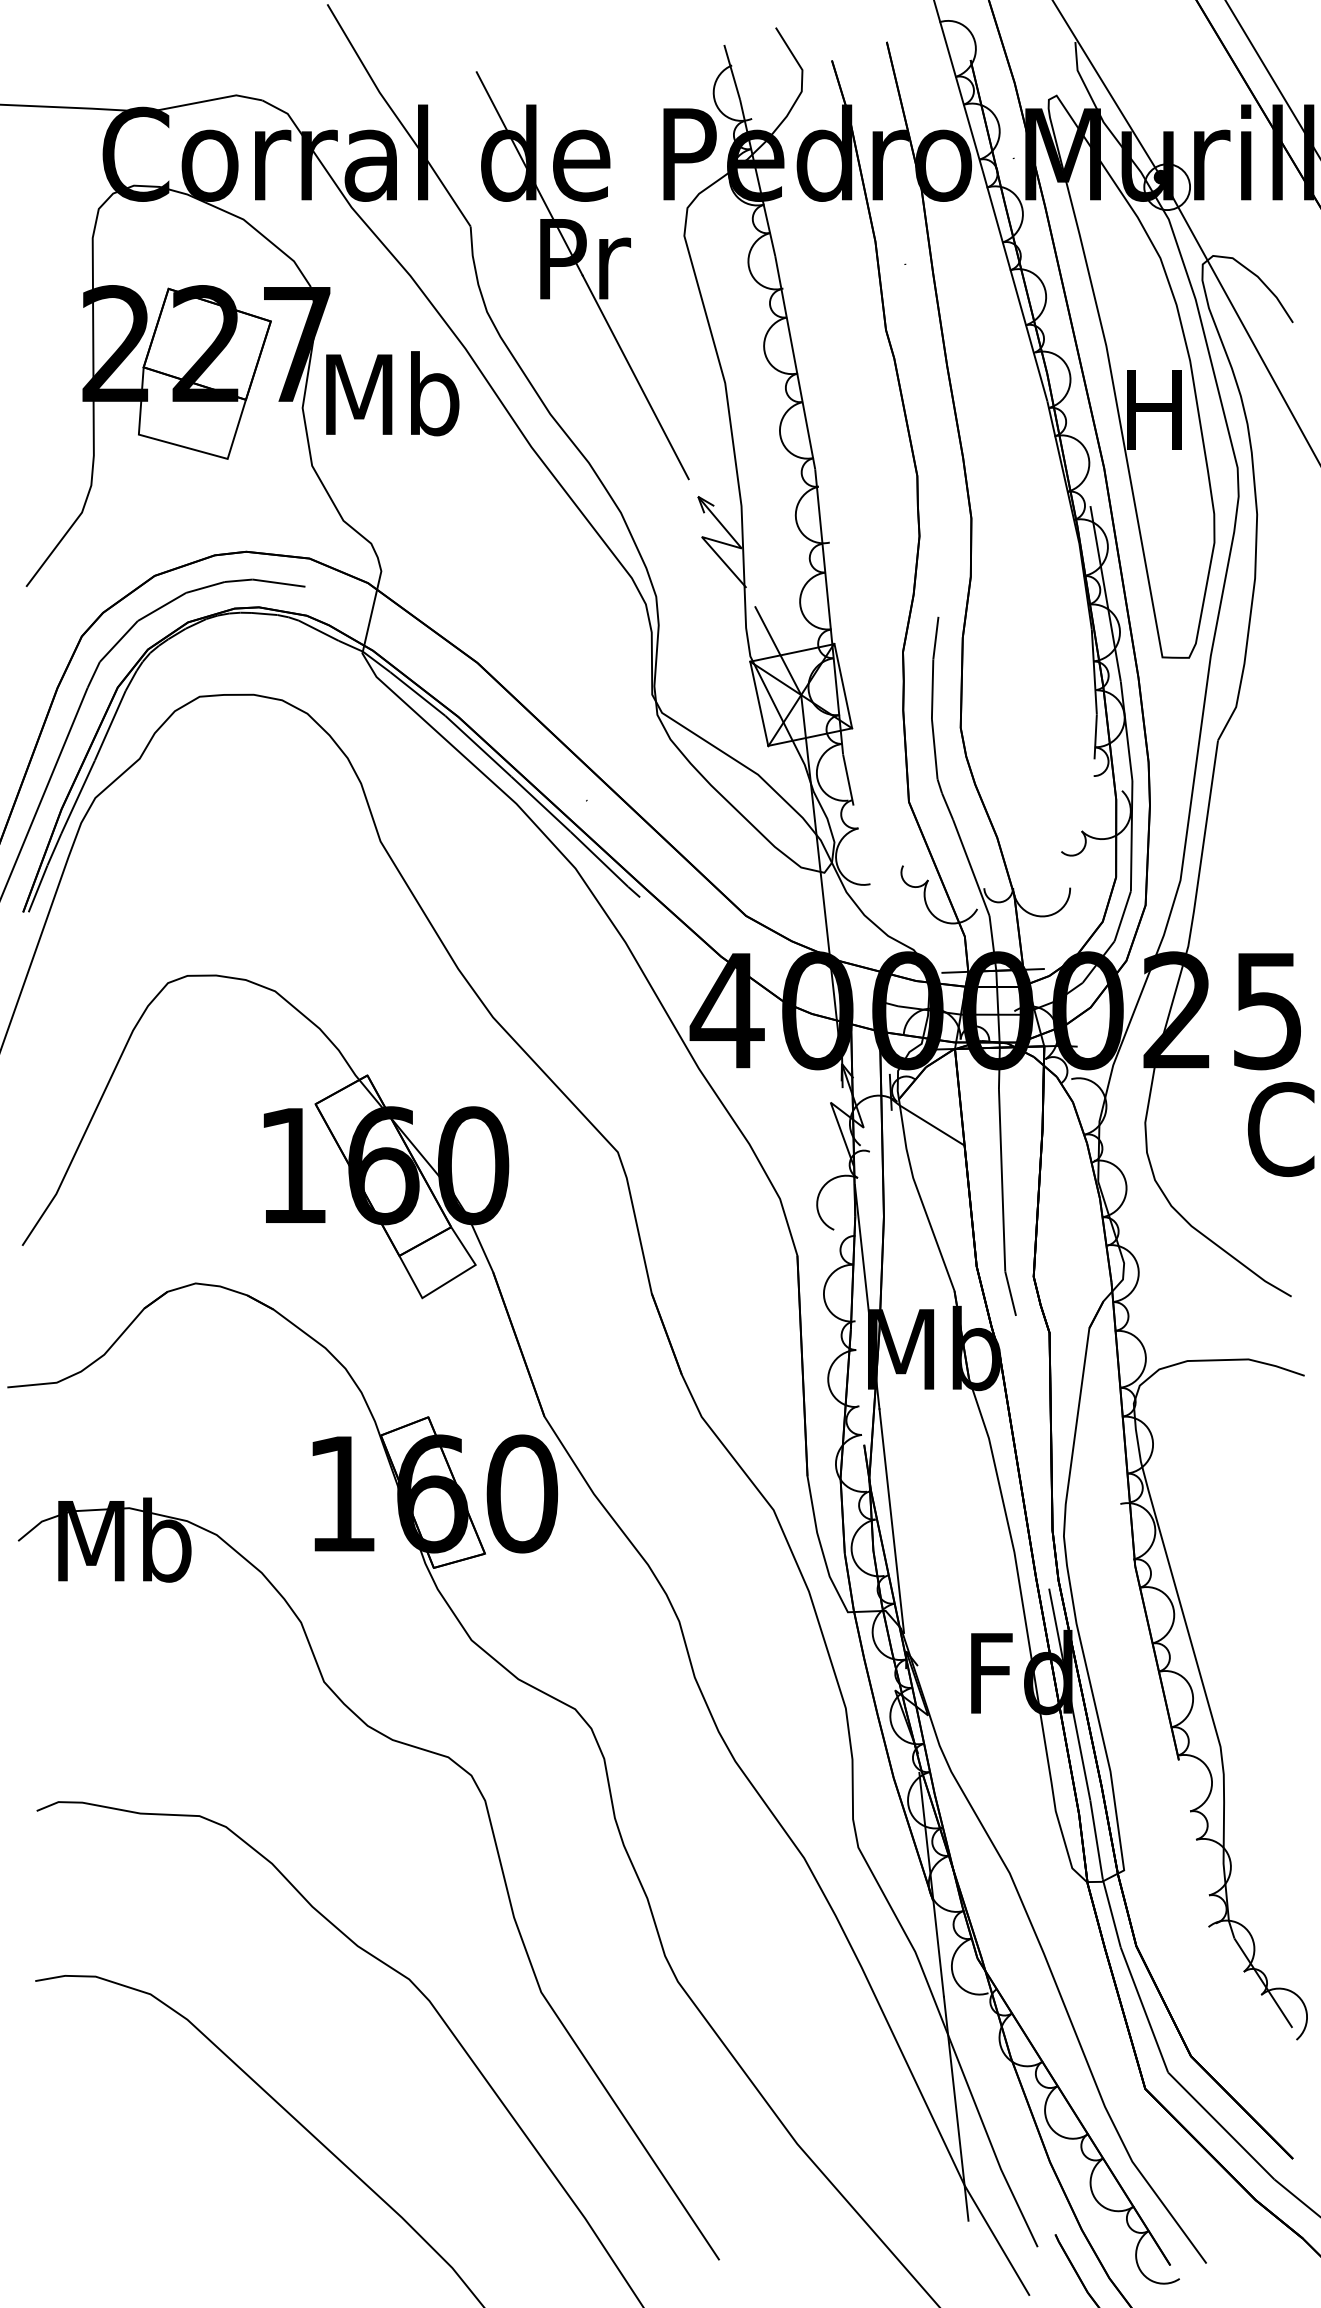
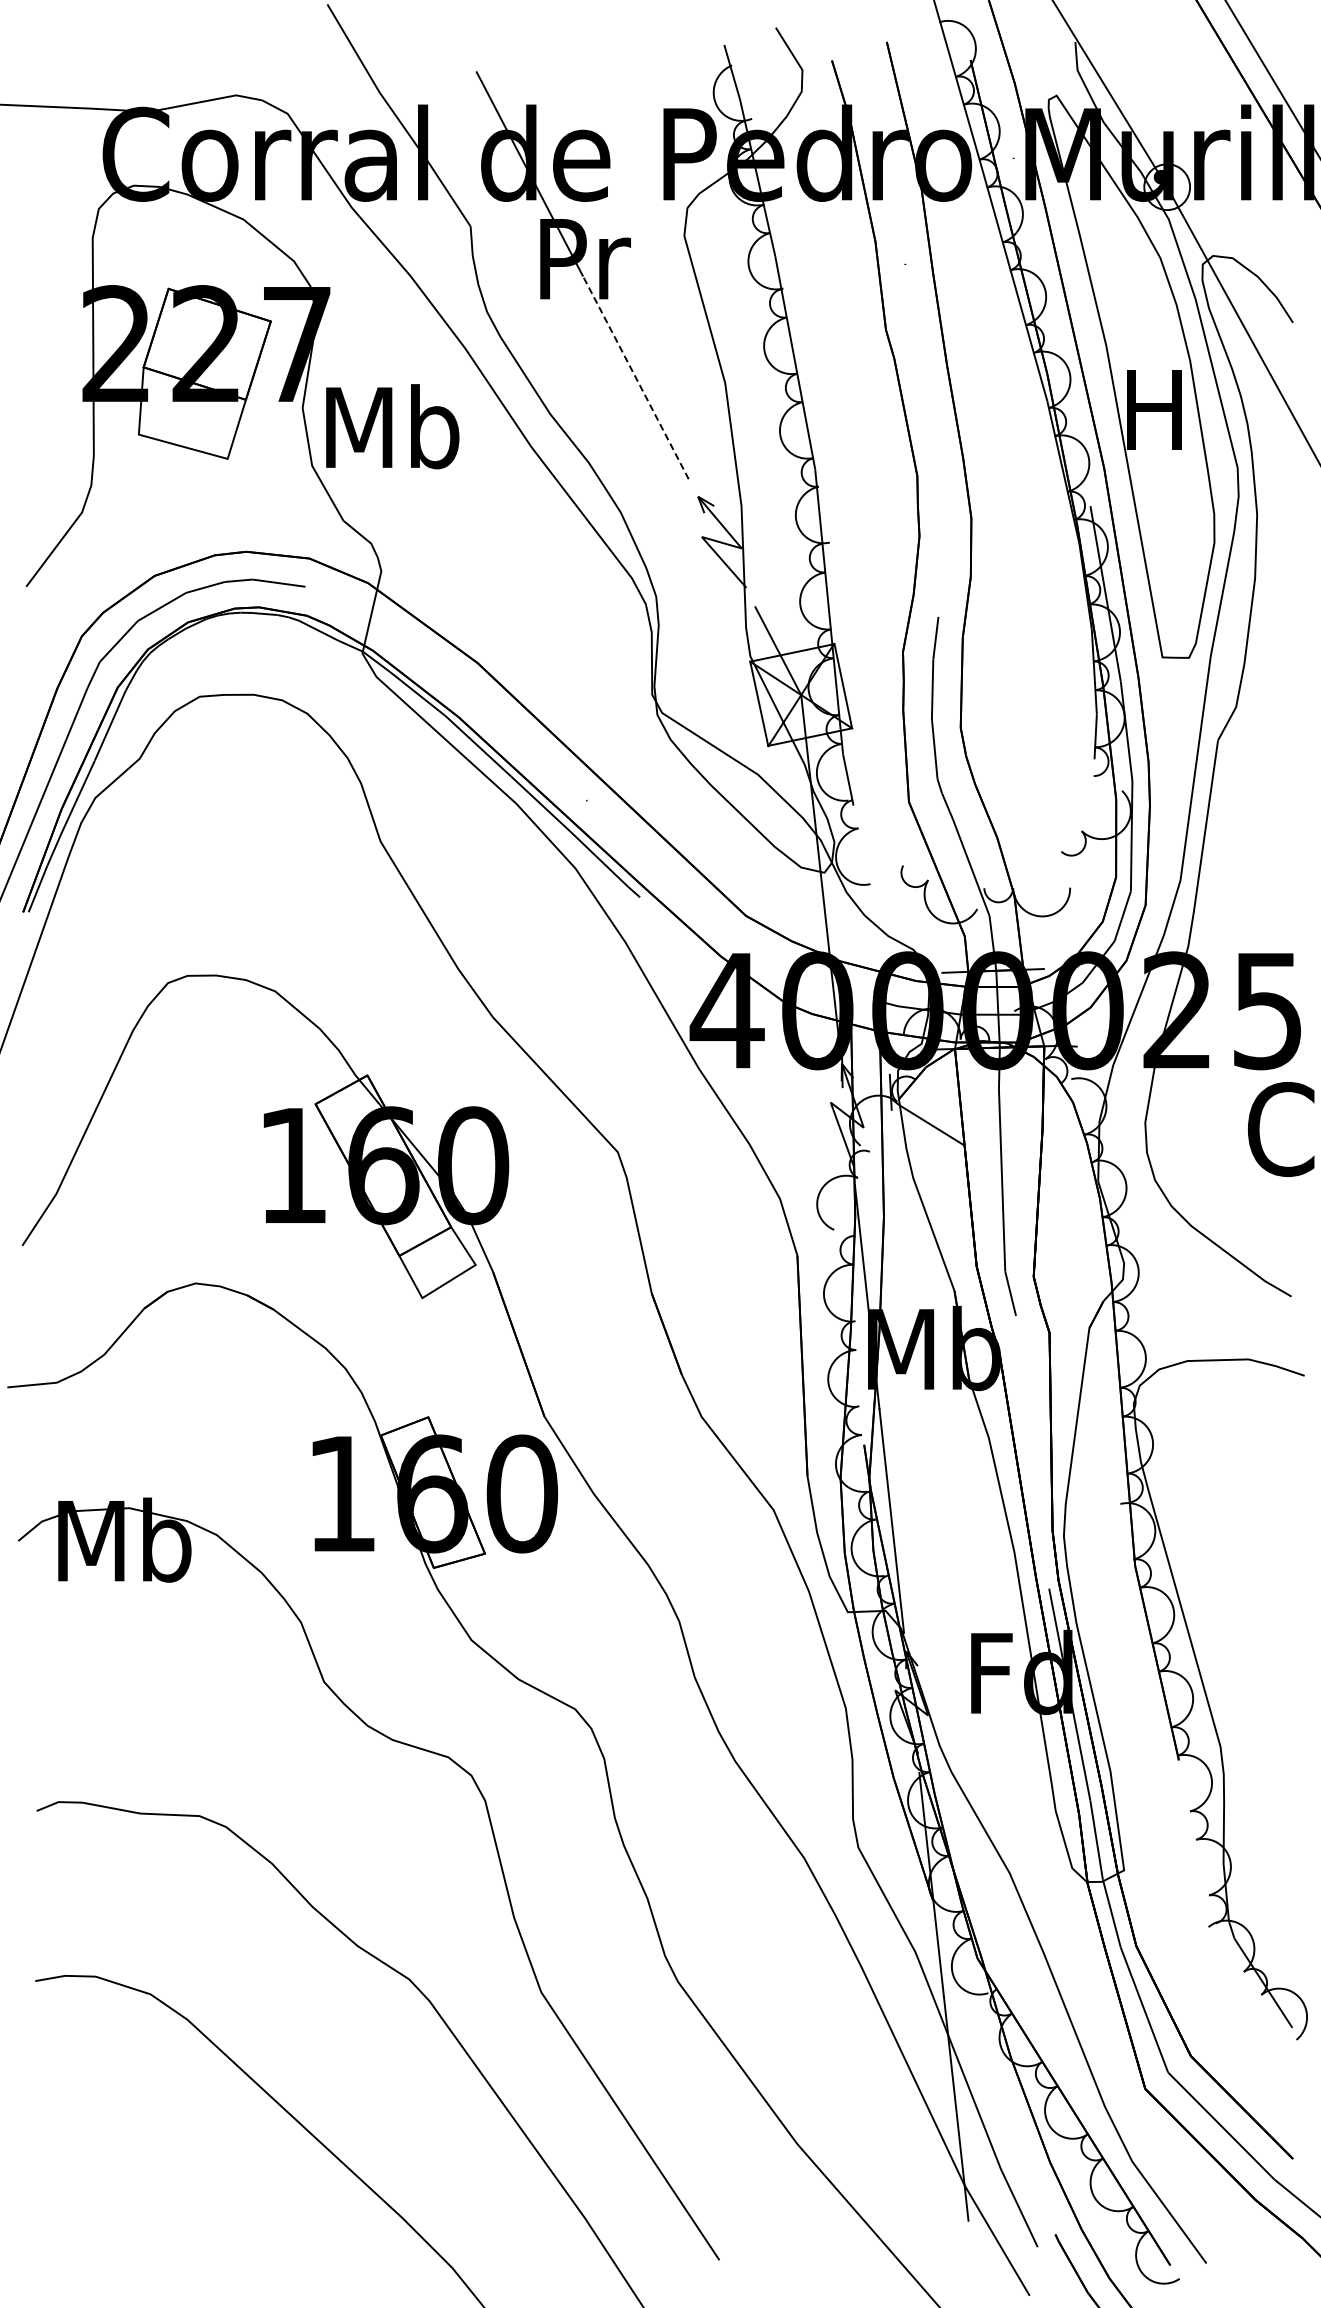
line at (635, 377): solid -> dashed
text at (392, 393) position: (392, 393) -> (392, 426)
